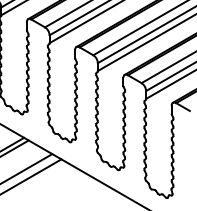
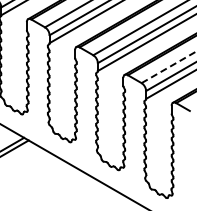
line at (169, 67): solid -> dashed
line at (27, 168): present -> none
line at (31, 176): present -> none
